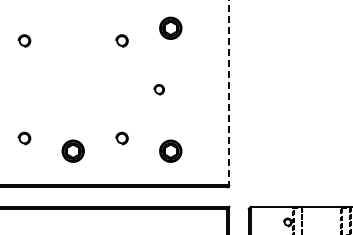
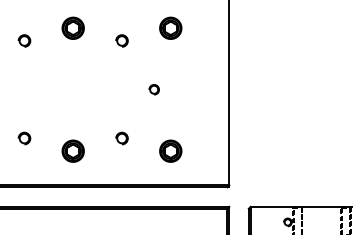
part at (72, 27): none -> present
part at (158, 89) position: (158, 89) -> (153, 89)
line at (229, 92): dashed -> solid
